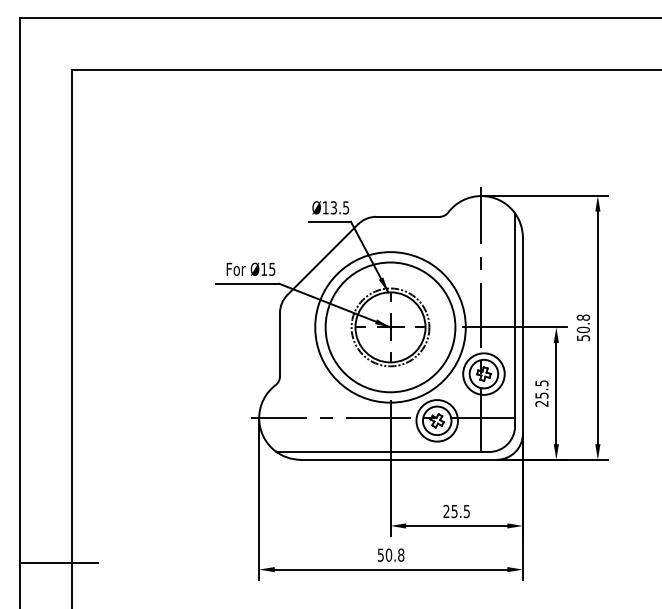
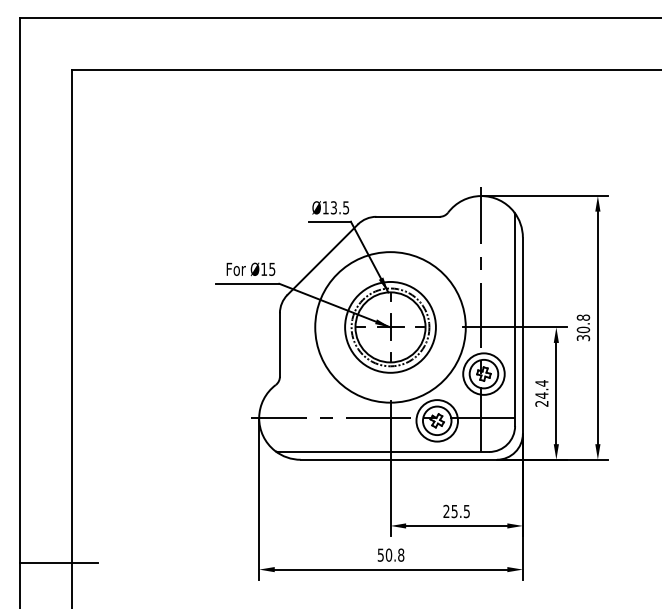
circle at (390, 327) diameter: 130 px -> 91 px
text at (582, 337): 50.8 -> 30.8
text at (541, 389): 25.5 -> 24.4
